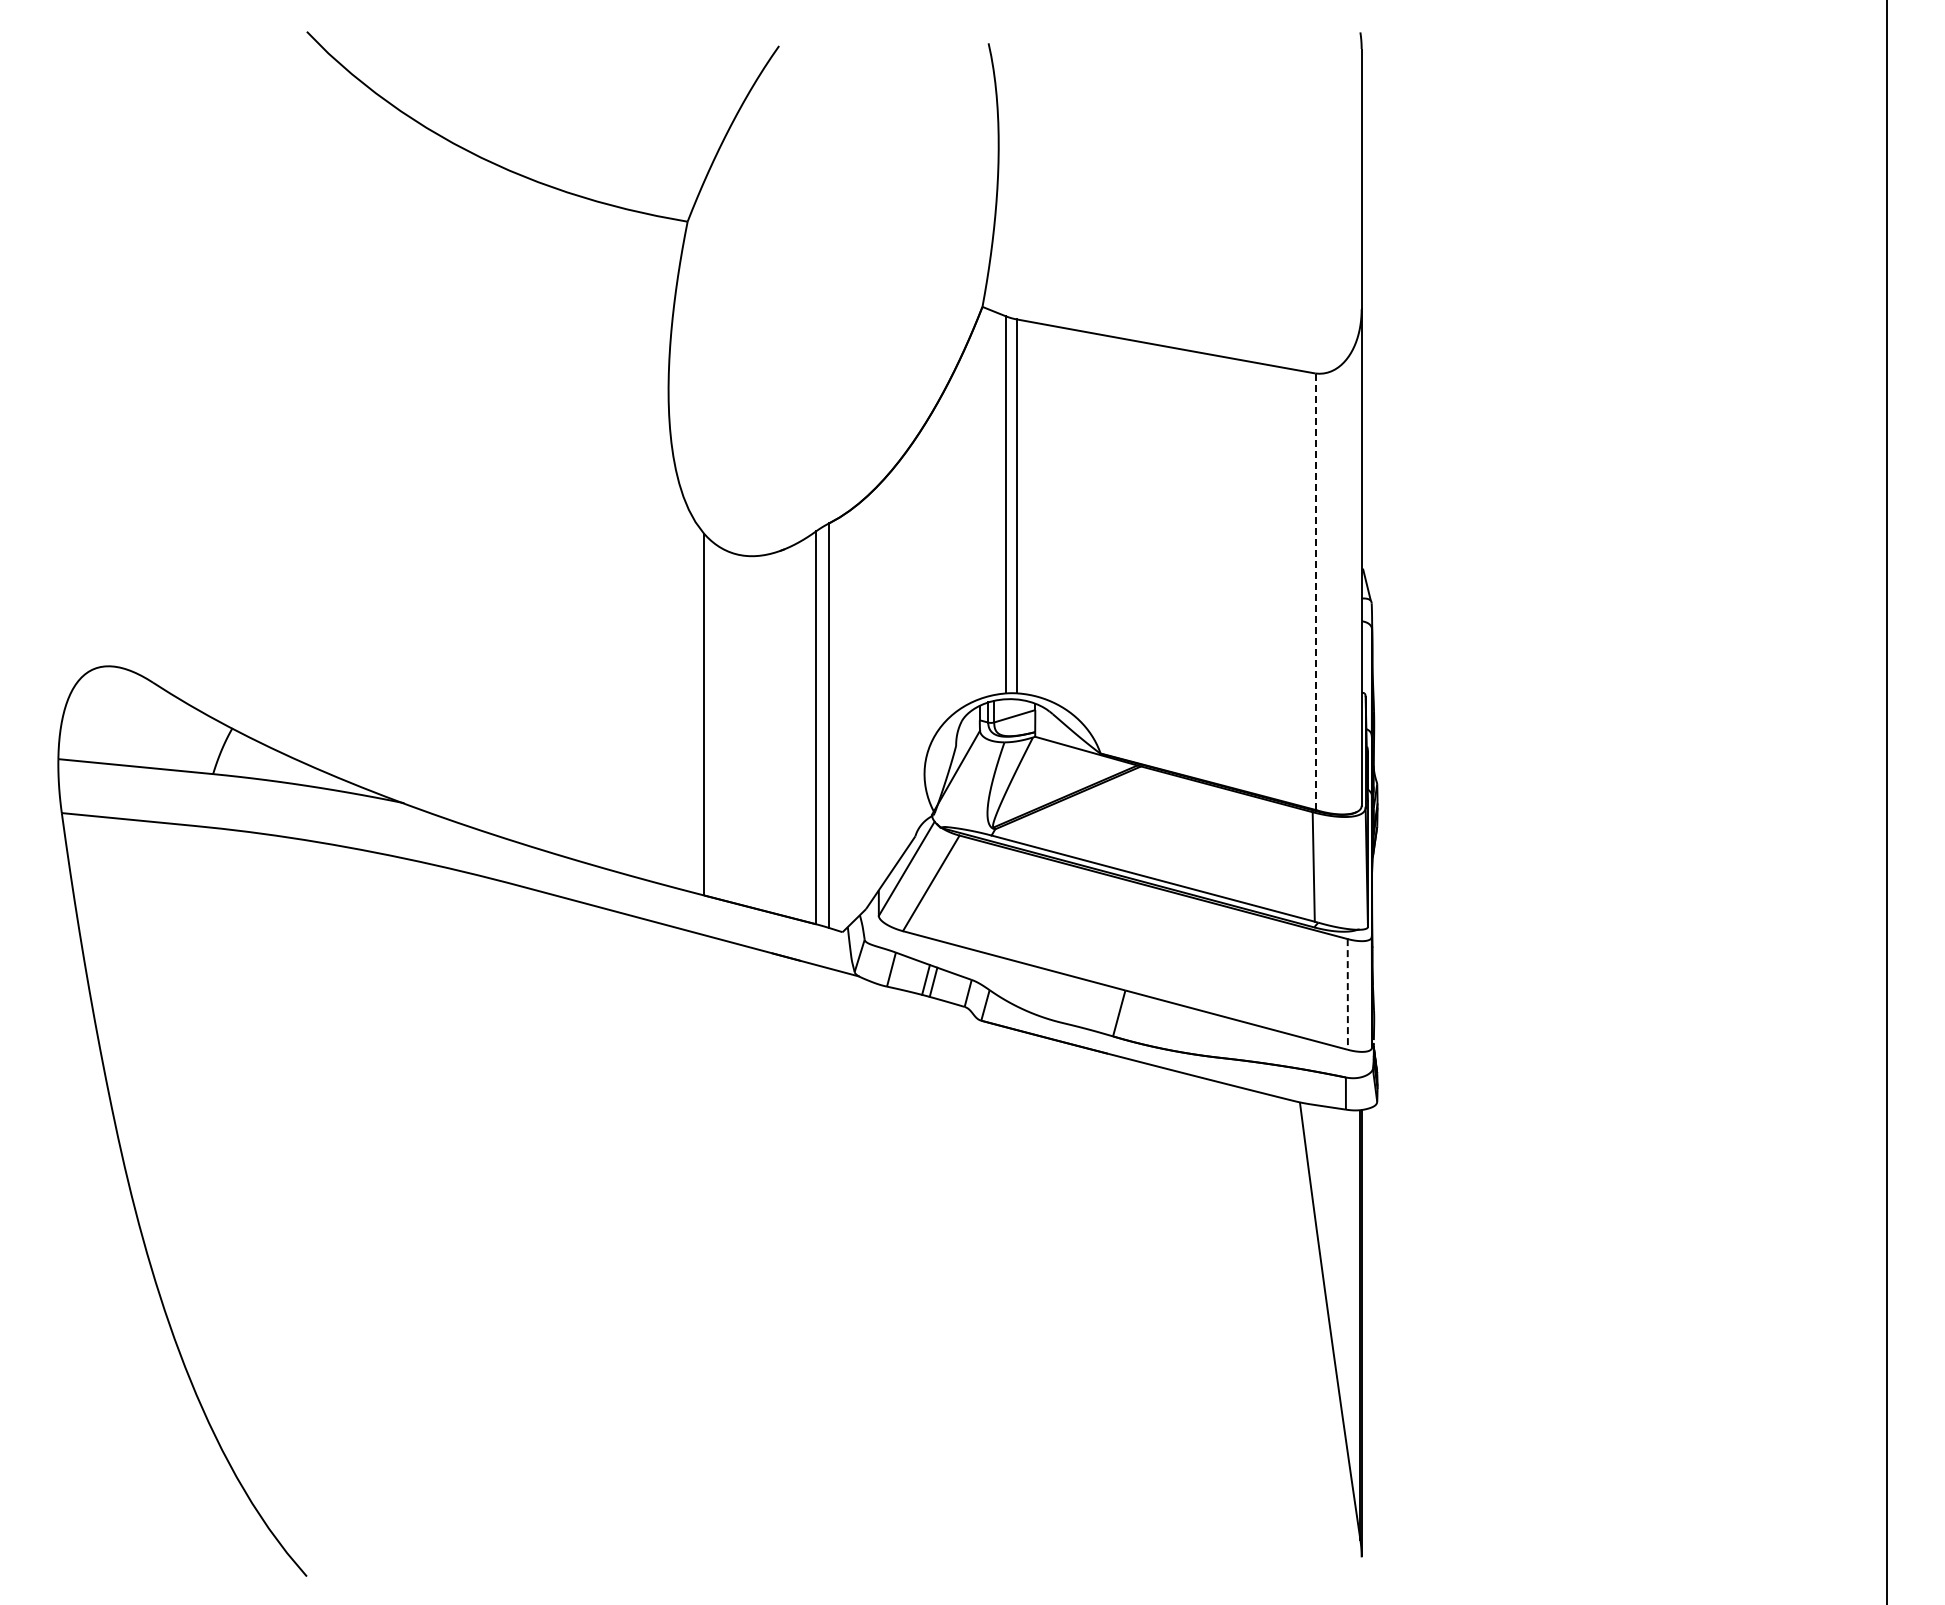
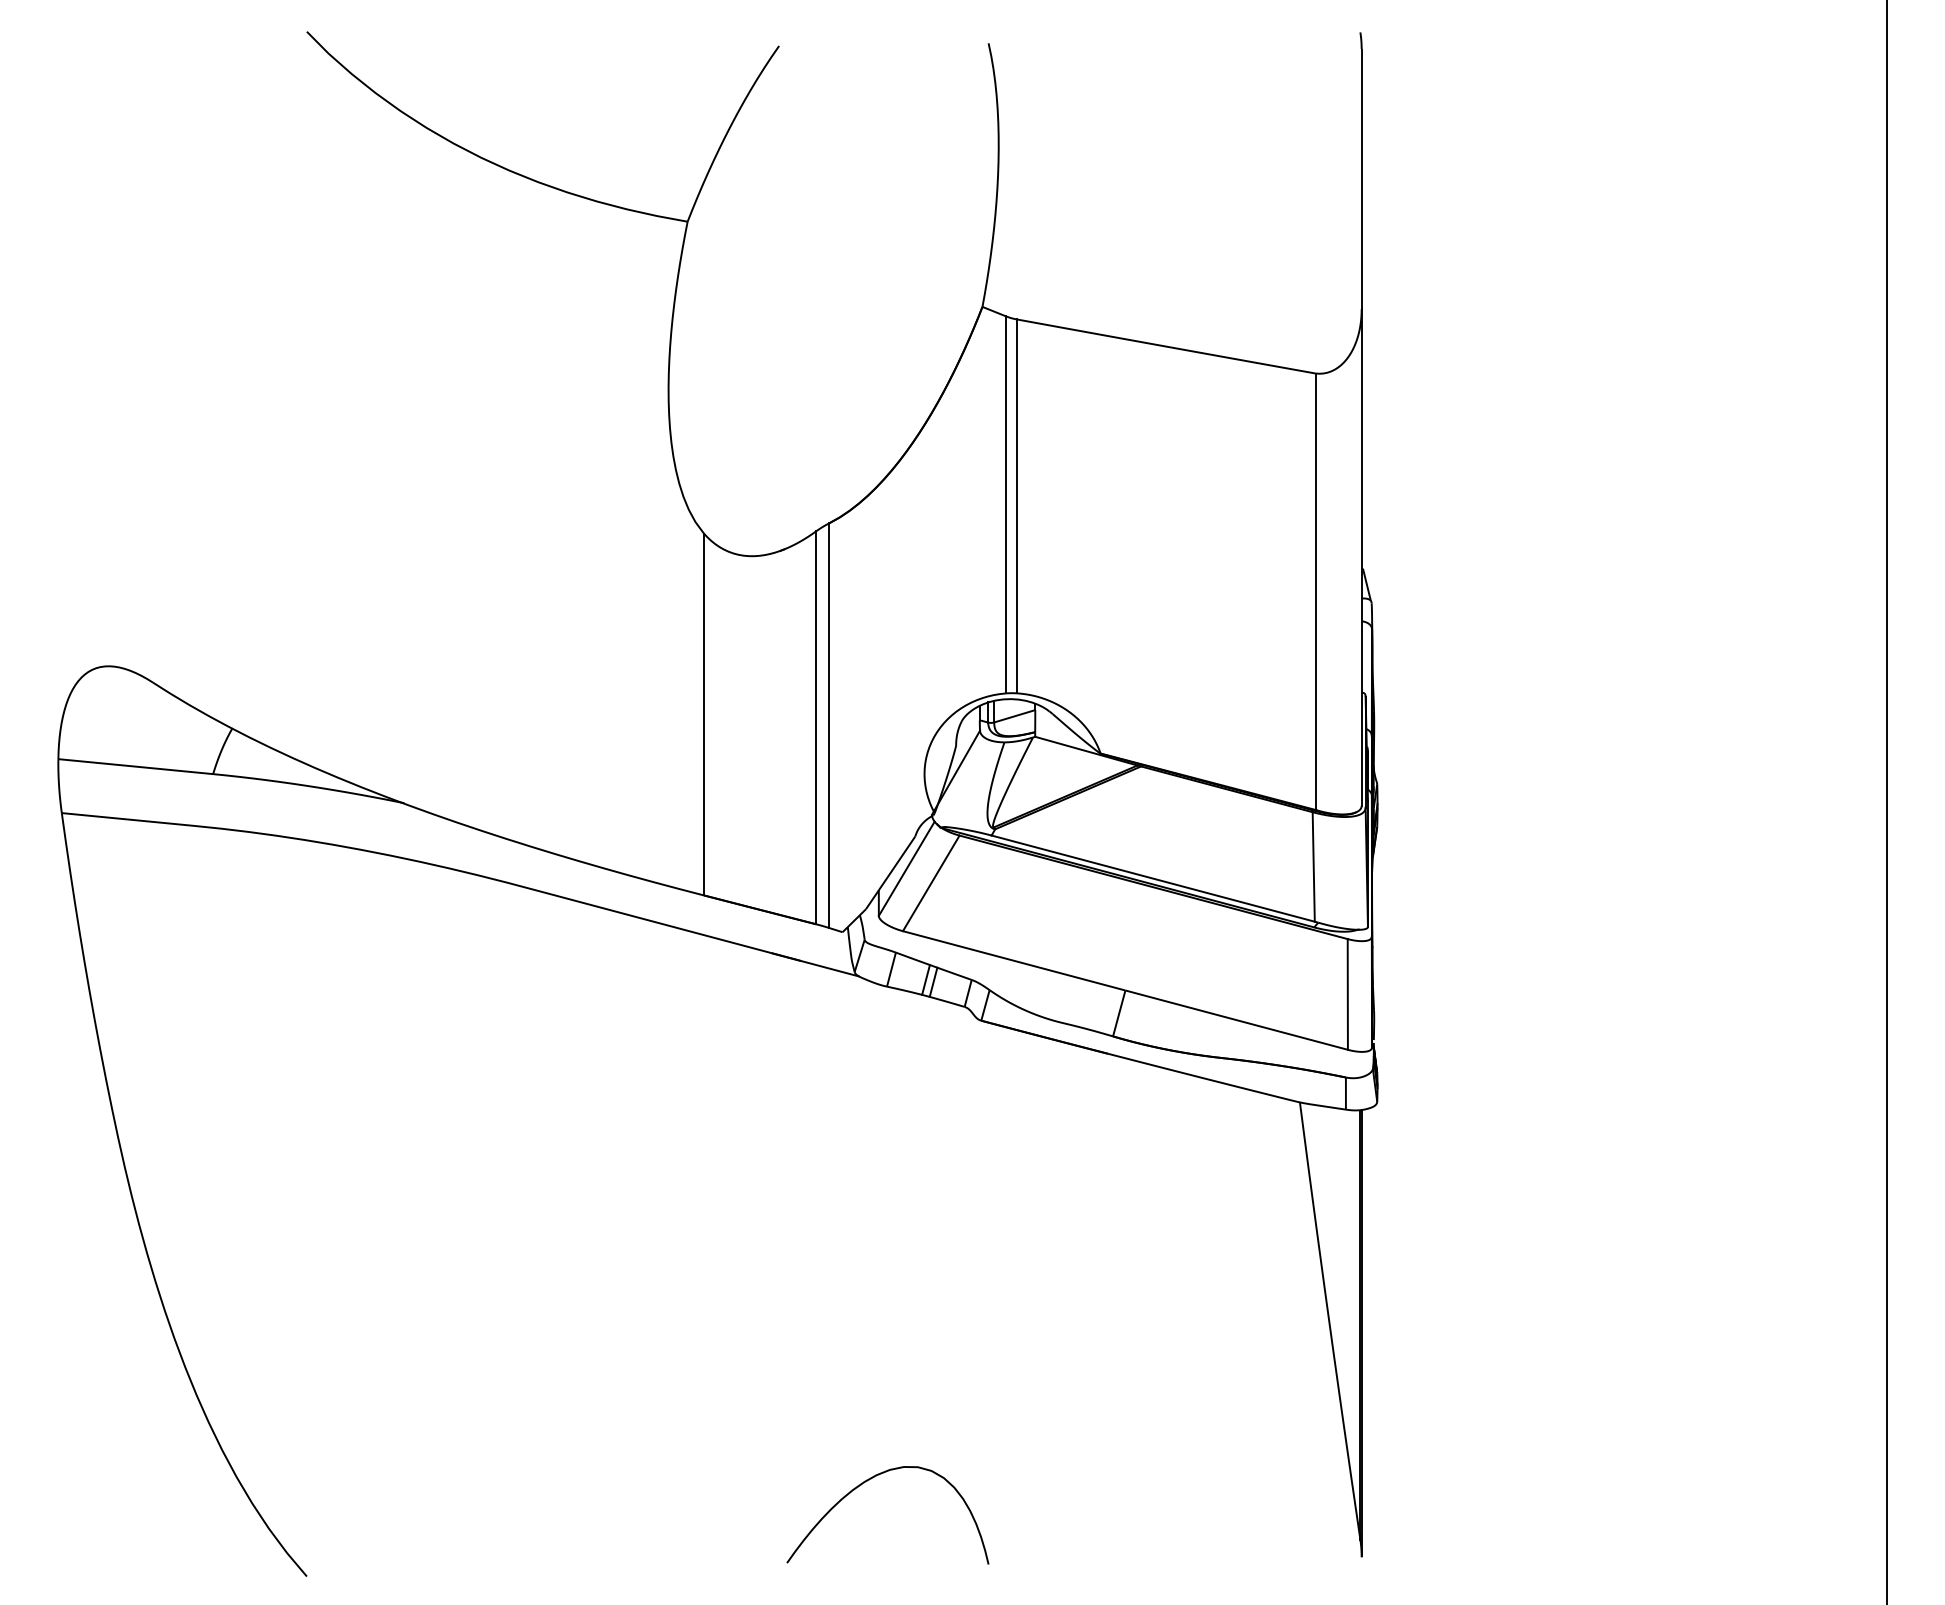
line at (1315, 592): dashed -> solid
line at (1347, 994): dashed -> solid
curve at (869, 1480): none -> present
